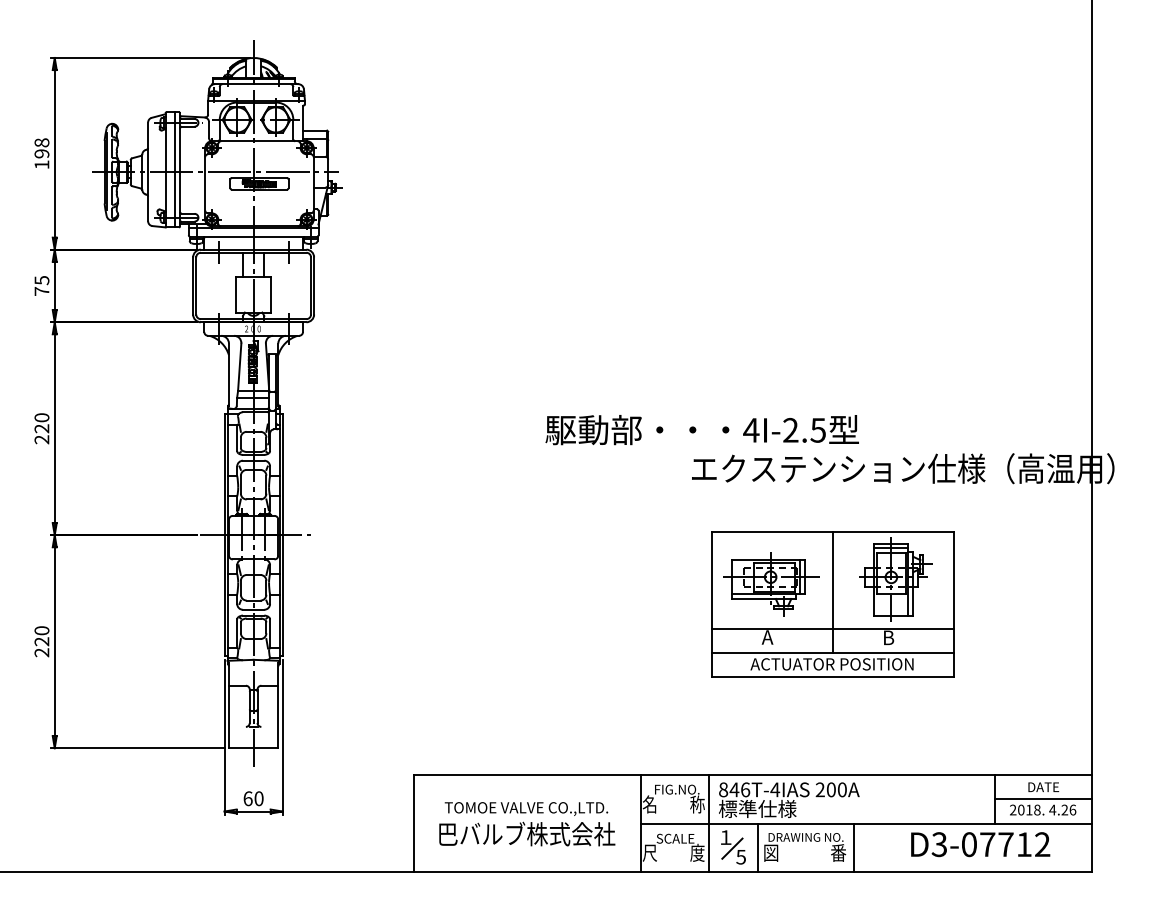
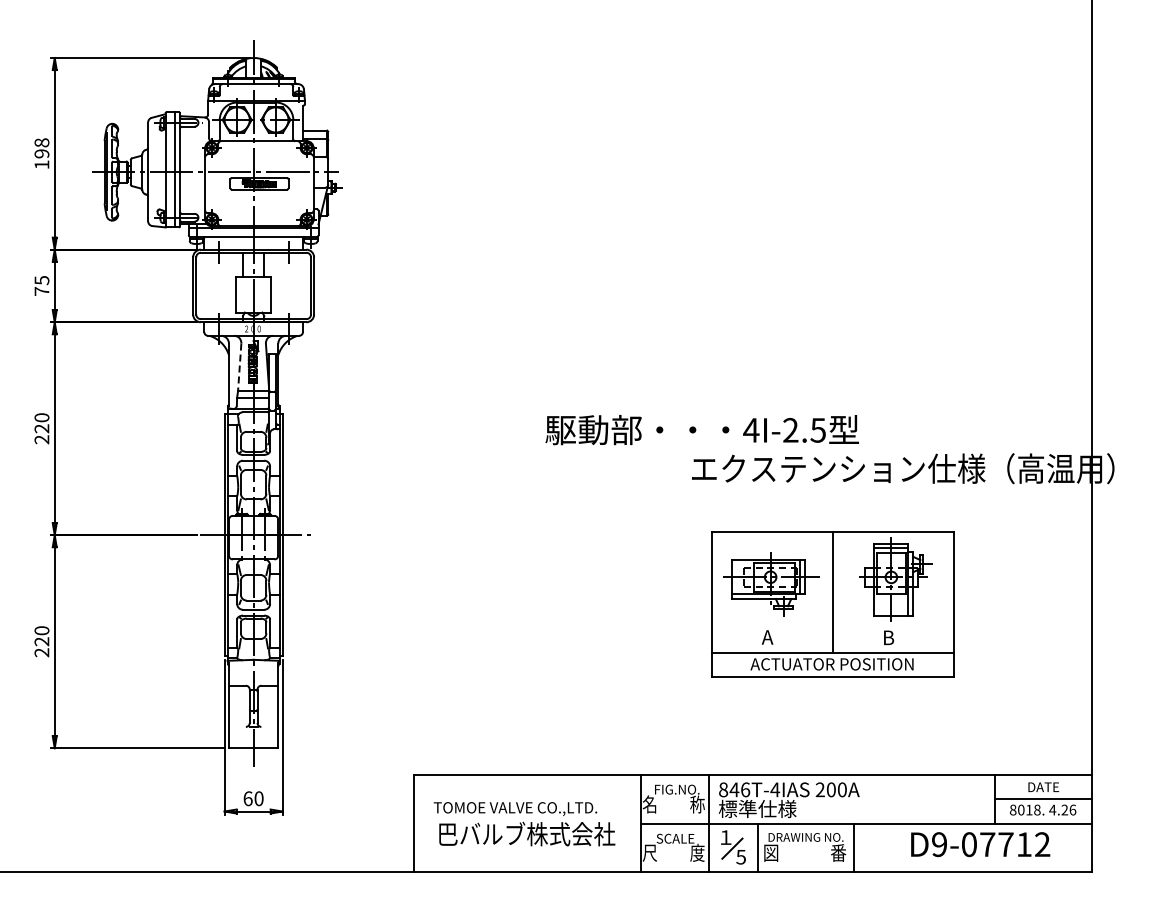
line at (239, 367): solid -> dashed
line at (832, 628): present -> none
text at (526, 808) position: (526, 808) -> (515, 808)
text at (1013, 809): 2018. -> 8018.
text at (938, 844): D3-07712 -> D9-07712
